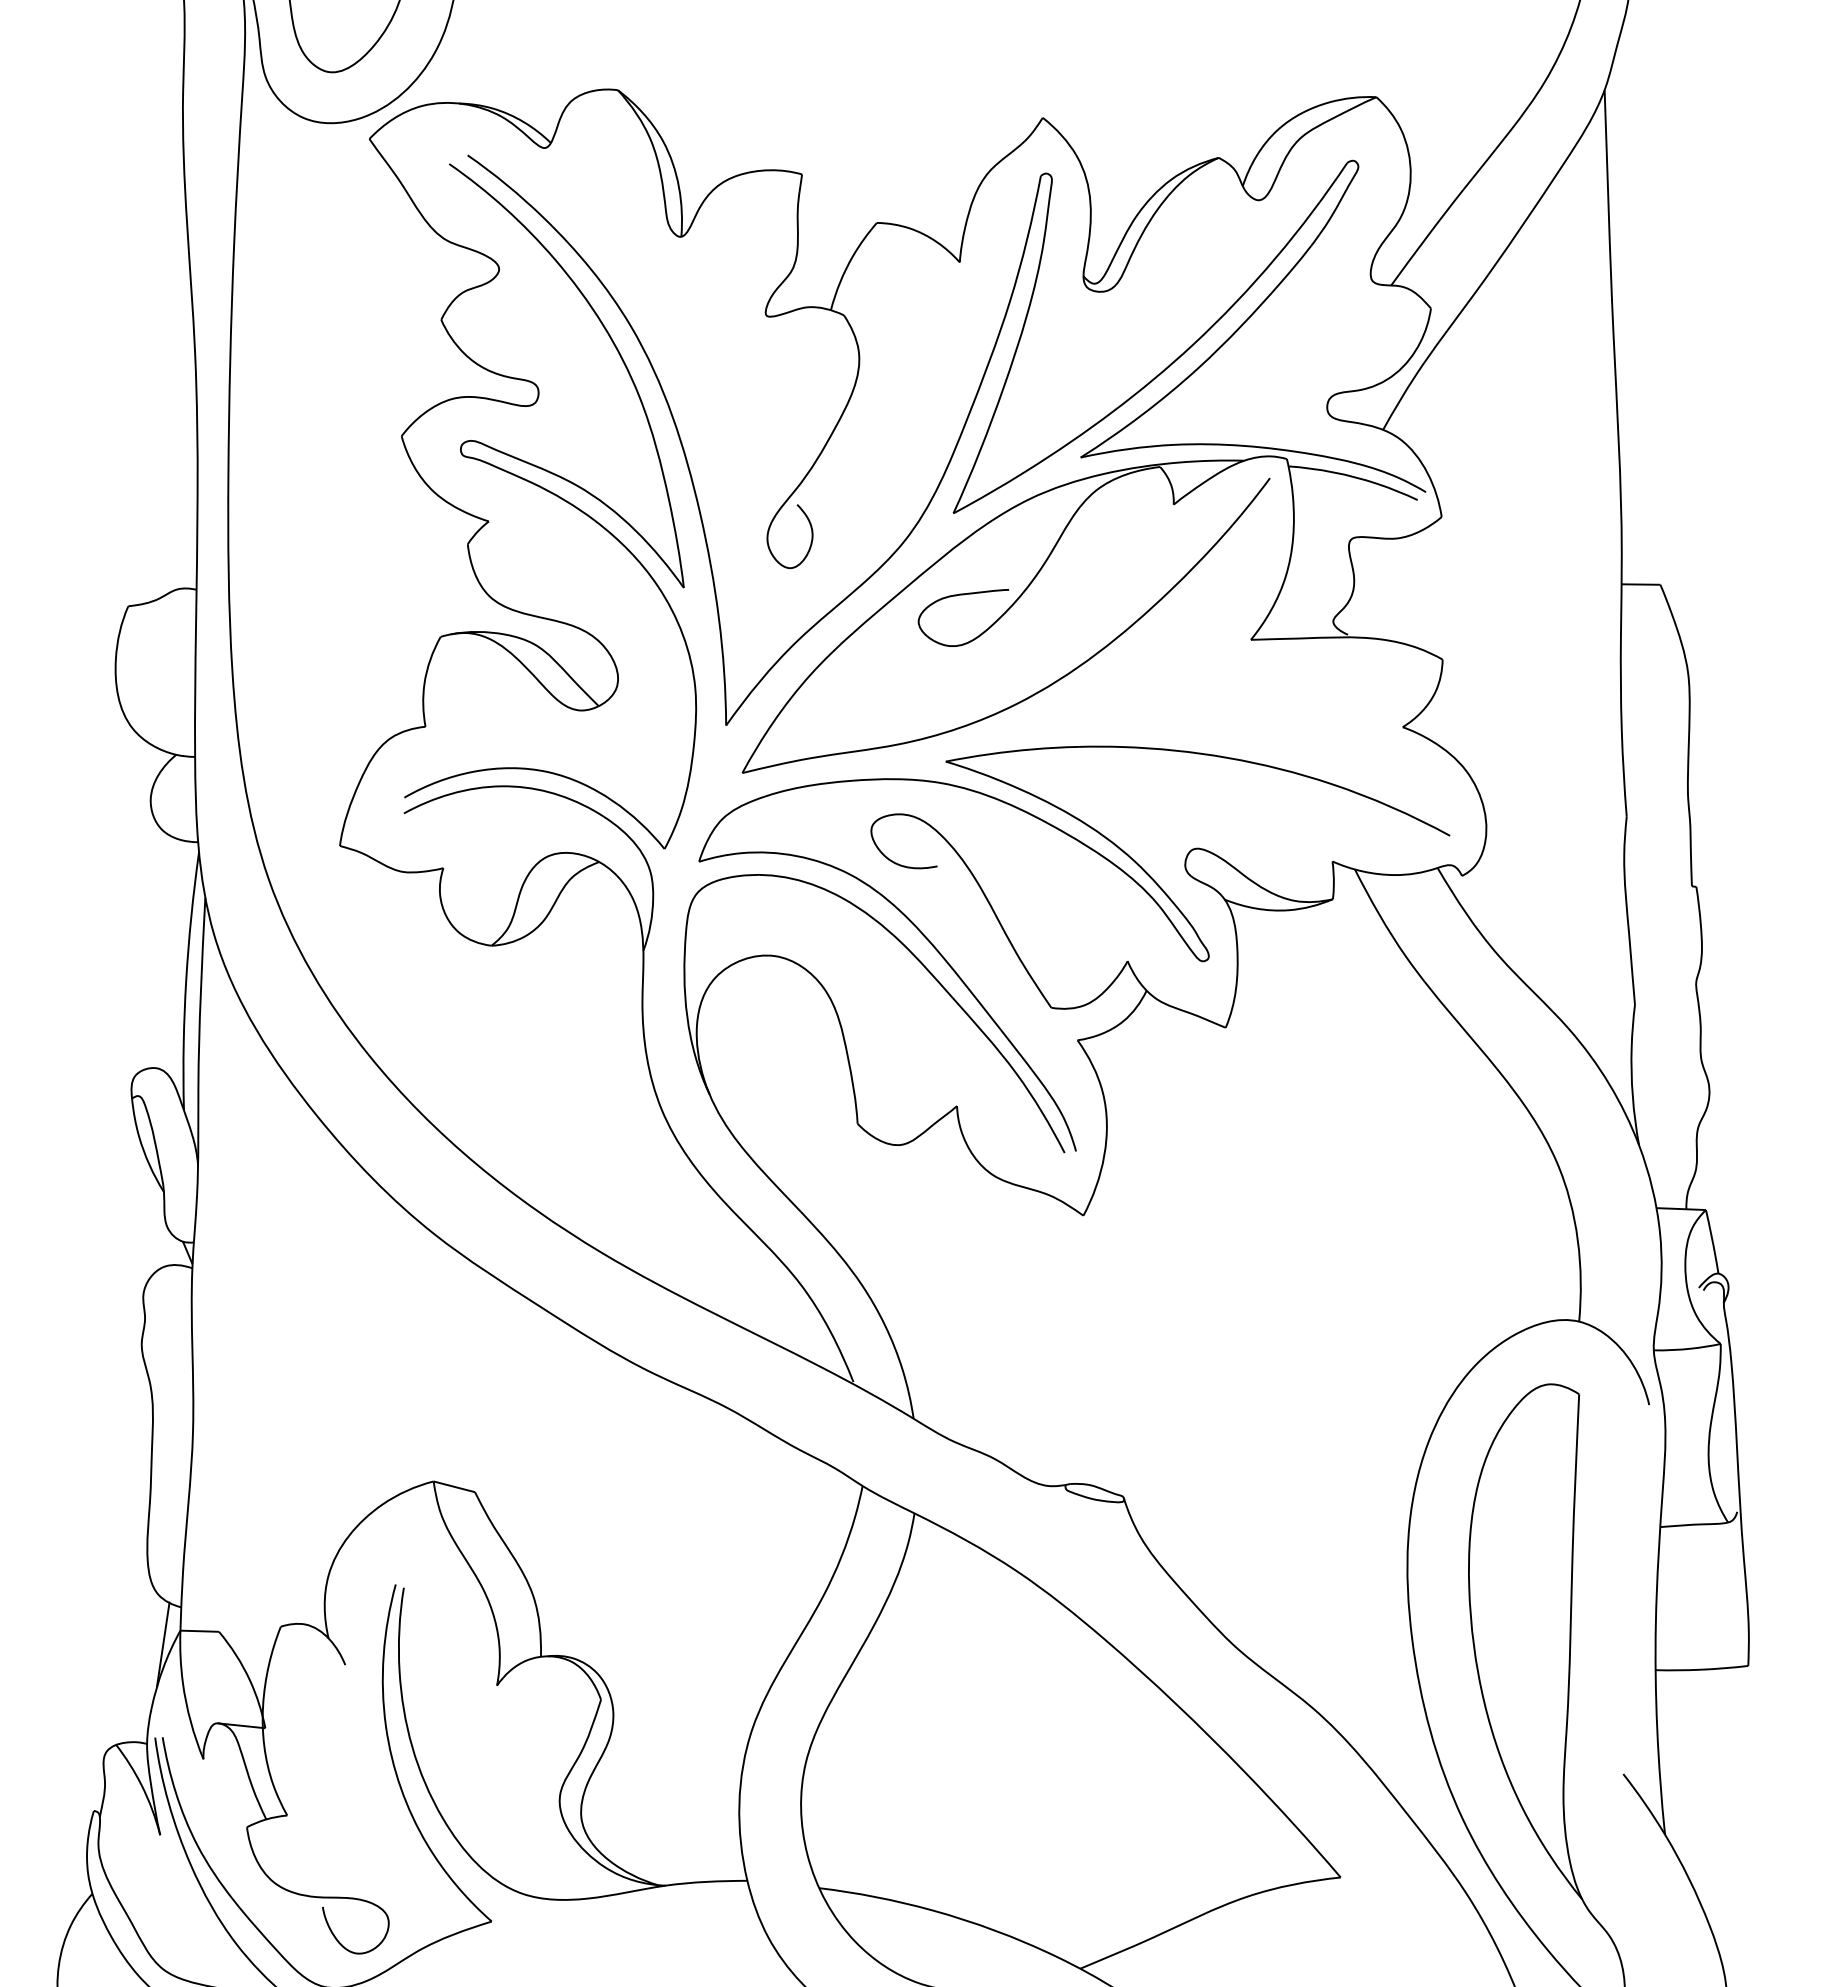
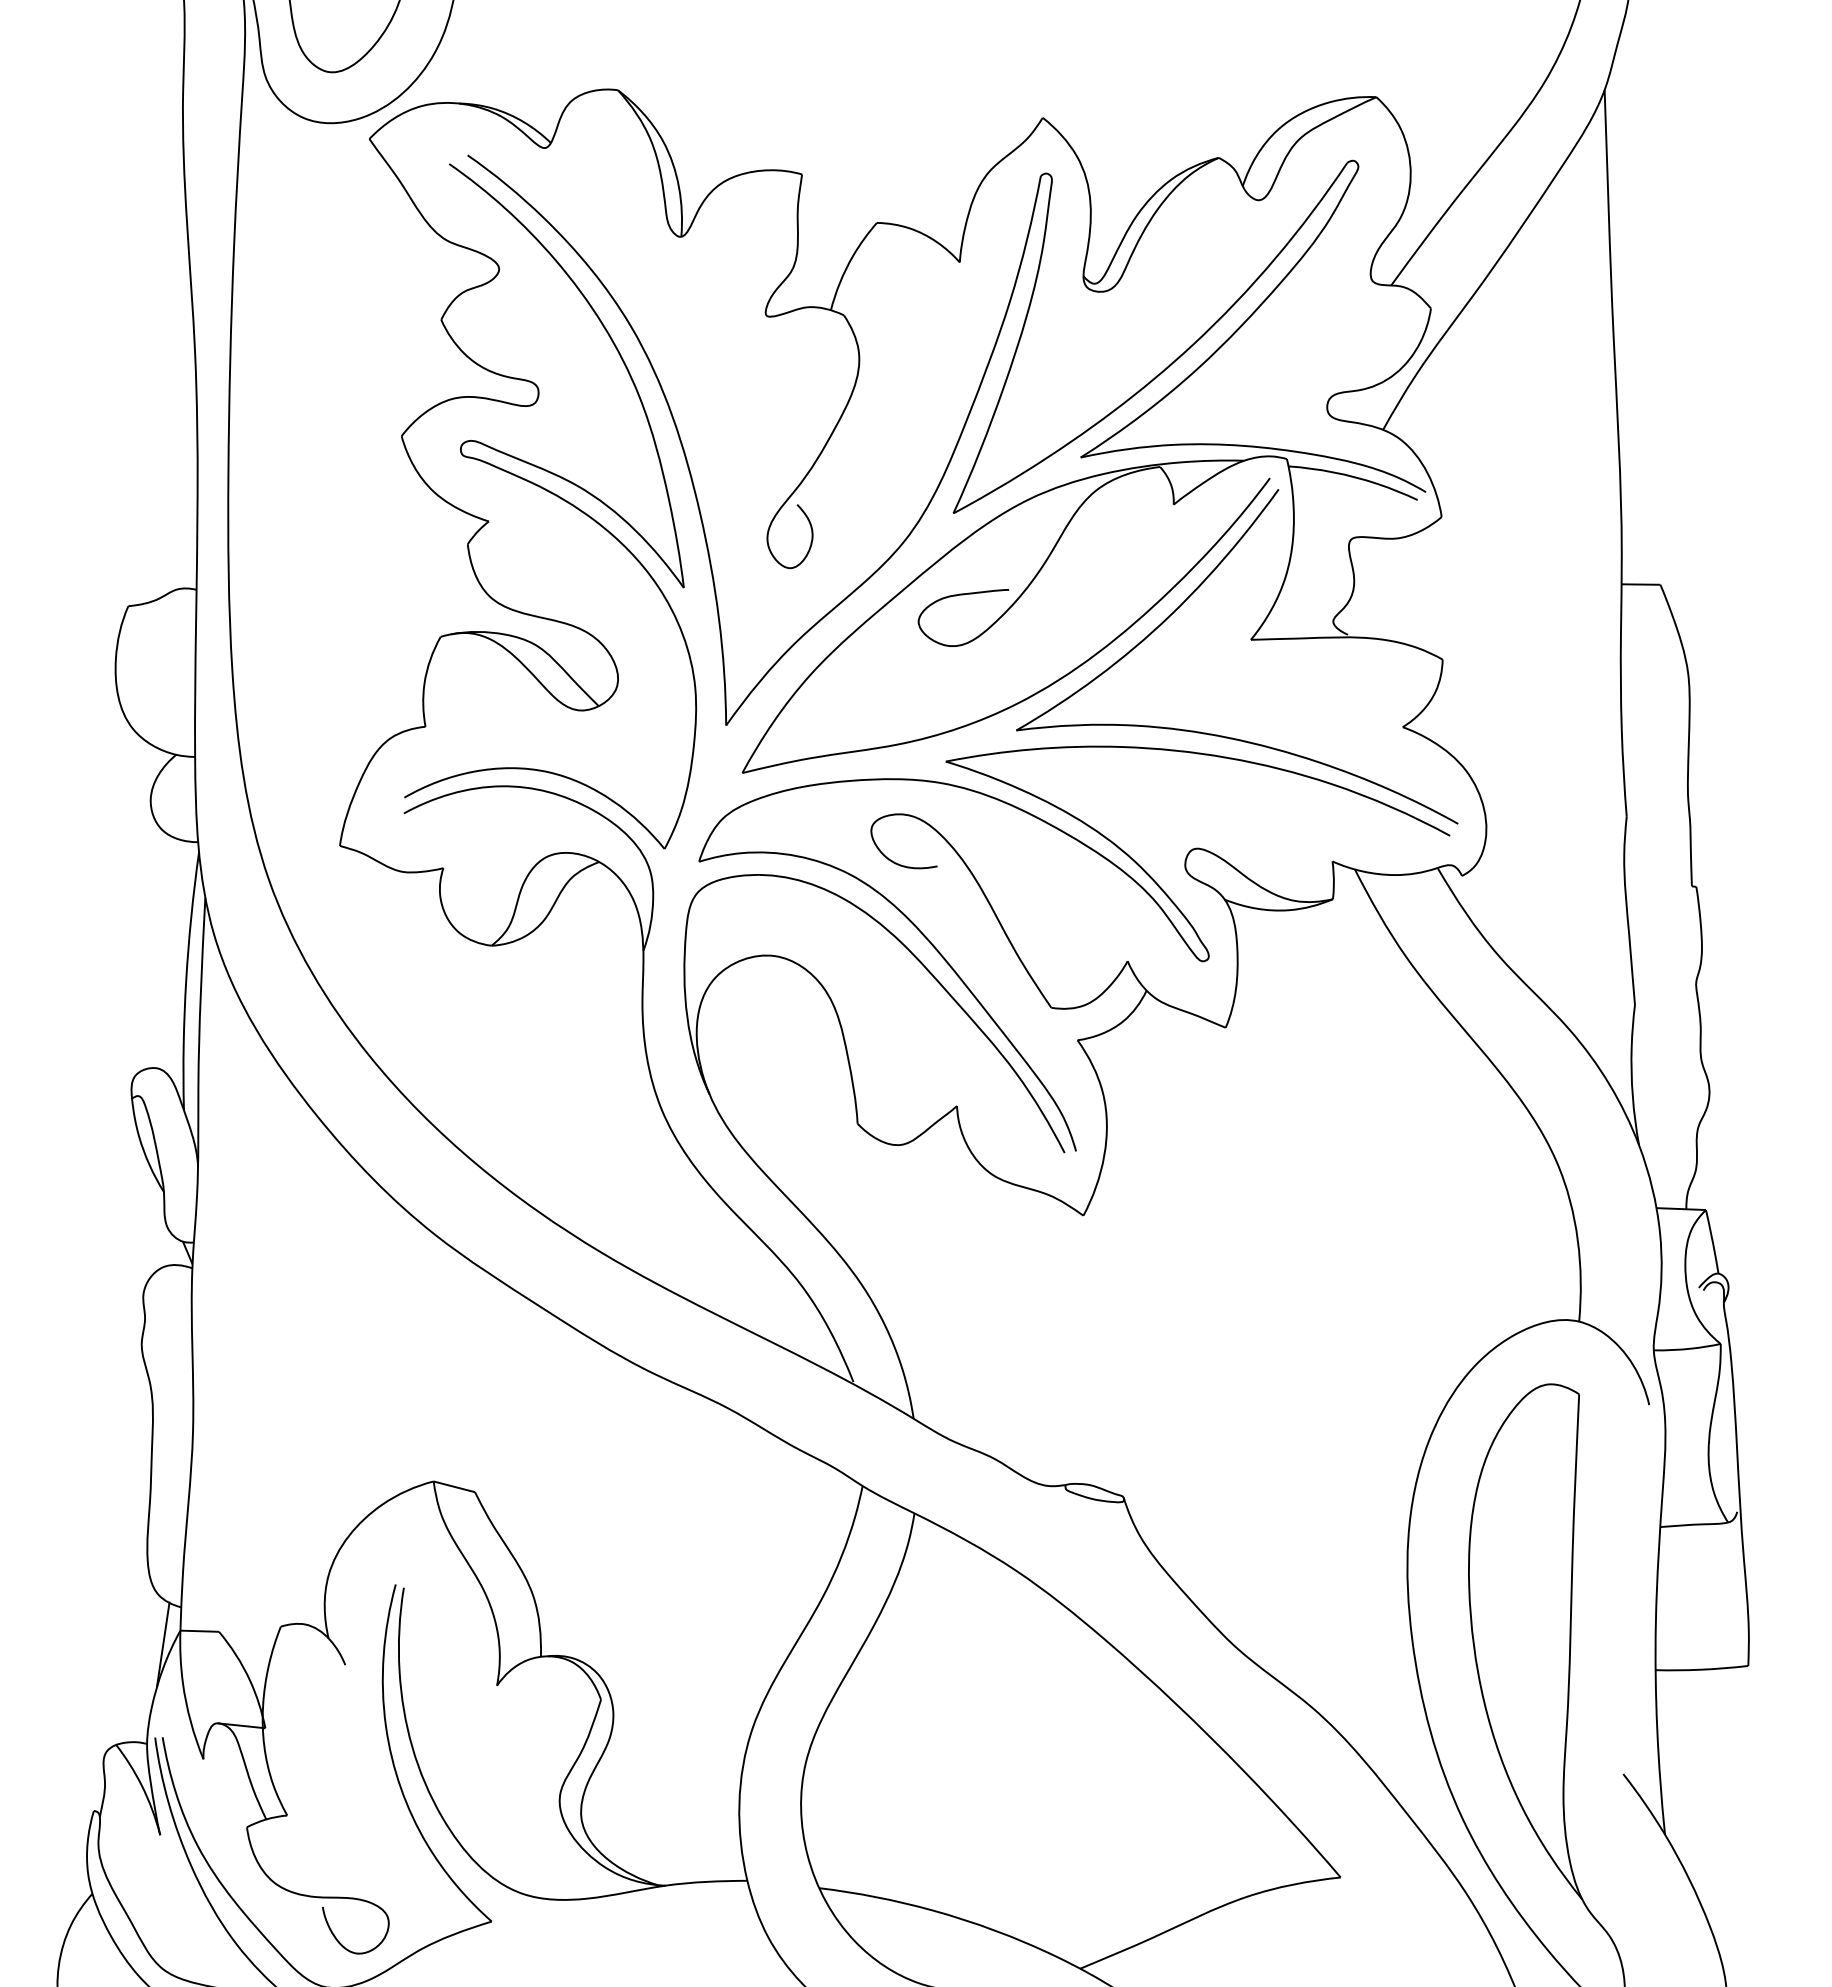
part at (1182, 605): none -> present
